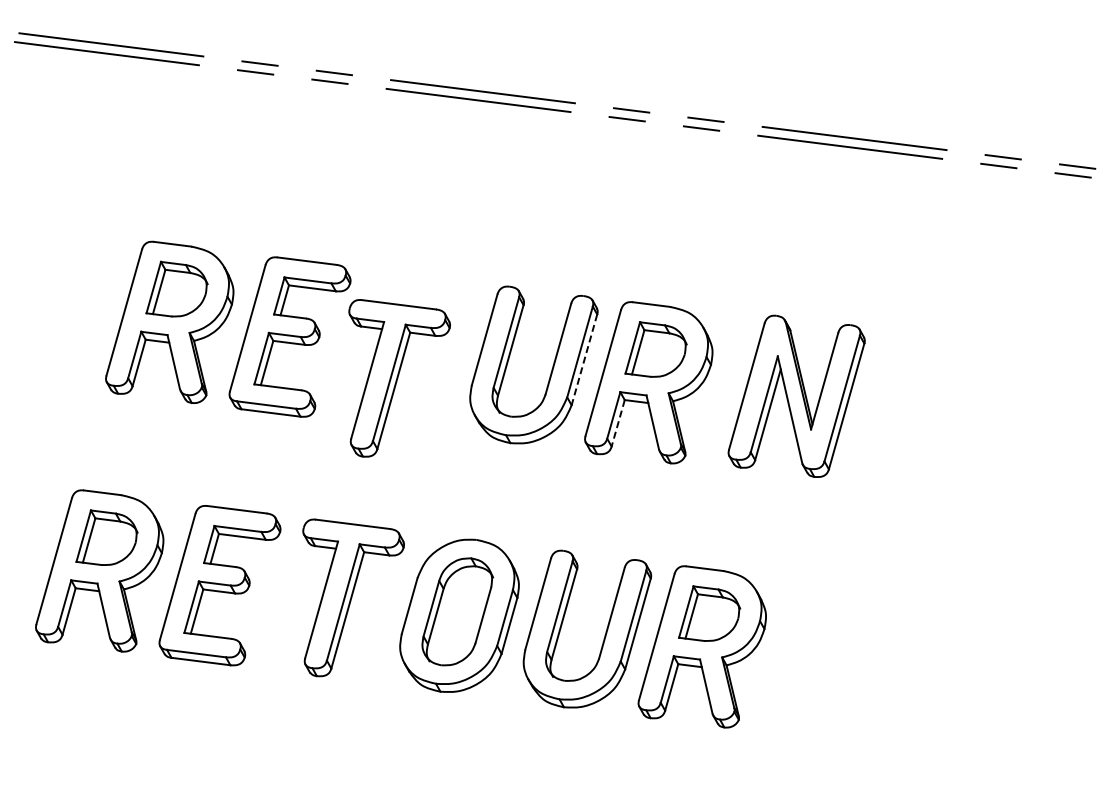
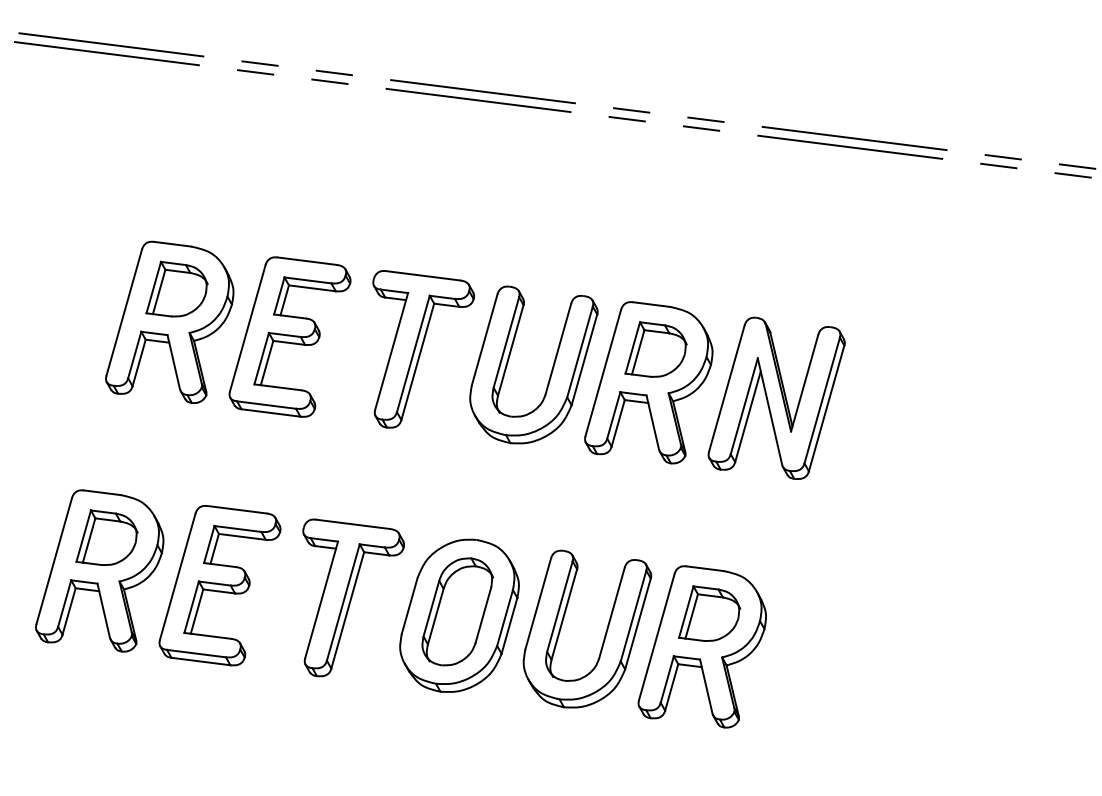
line at (584, 360): dashed -> solid
part at (399, 378) position: (399, 378) -> (423, 349)
part at (796, 395) position: (796, 395) -> (776, 397)
line at (618, 423): dashed -> solid
